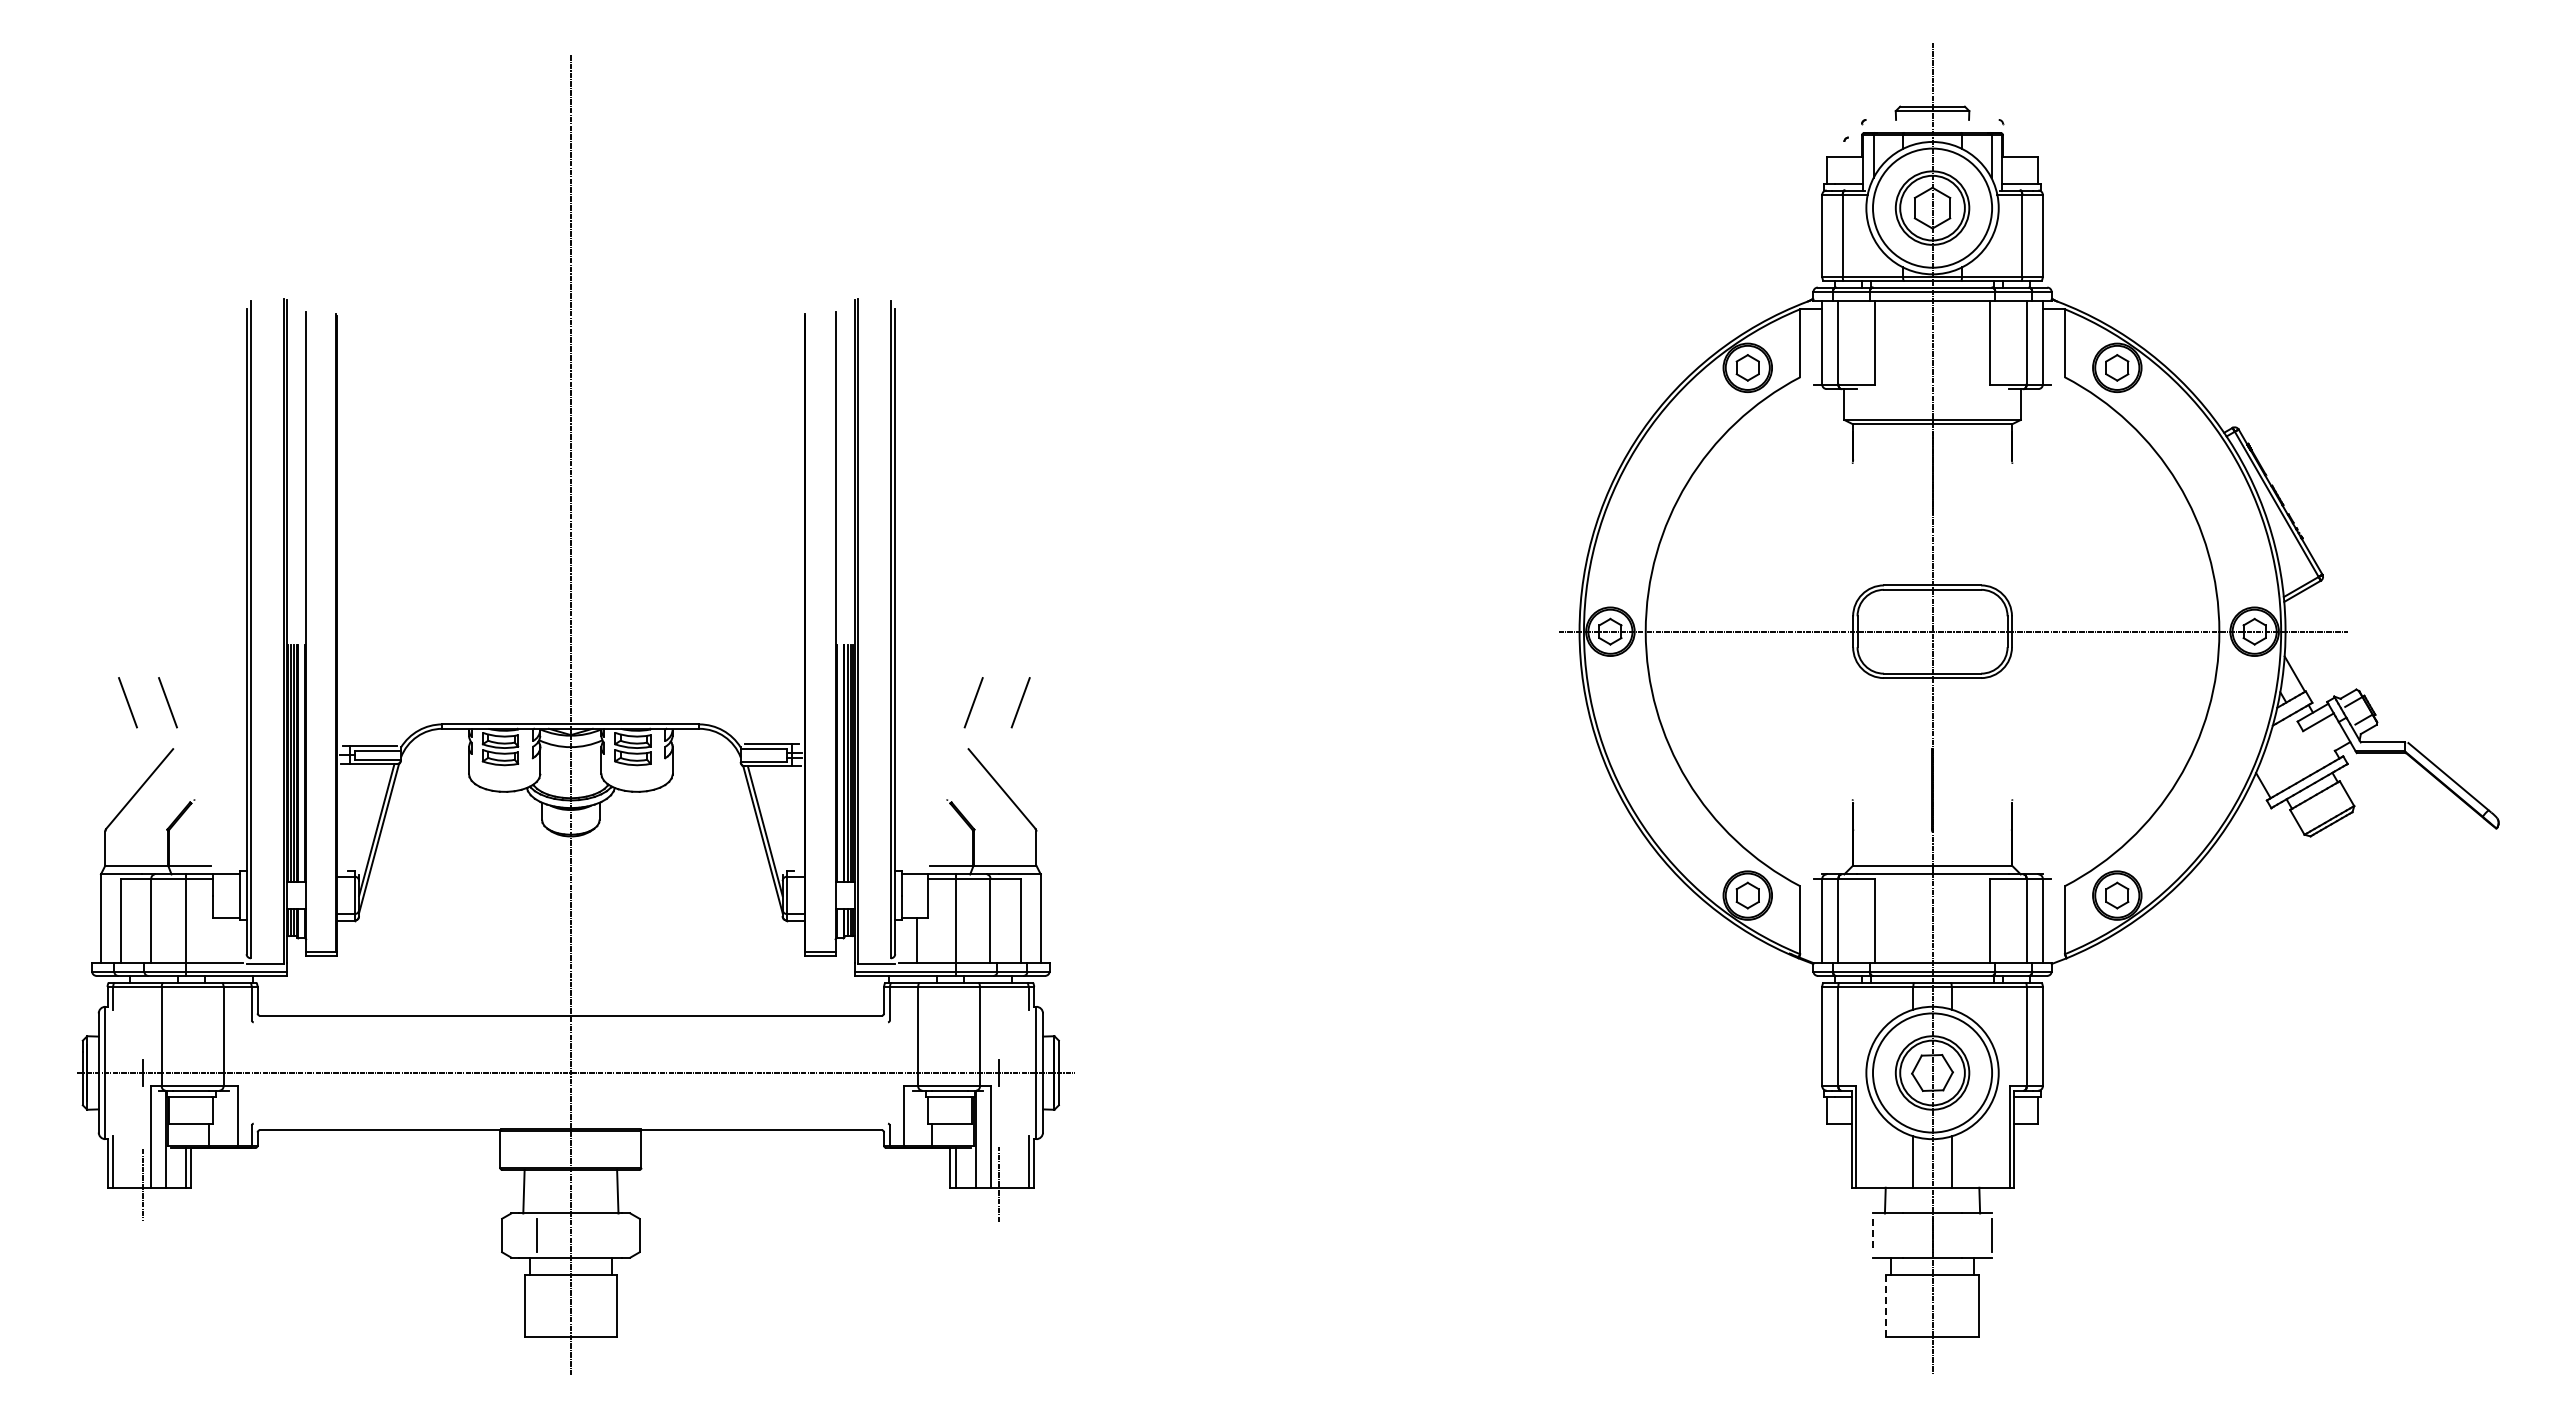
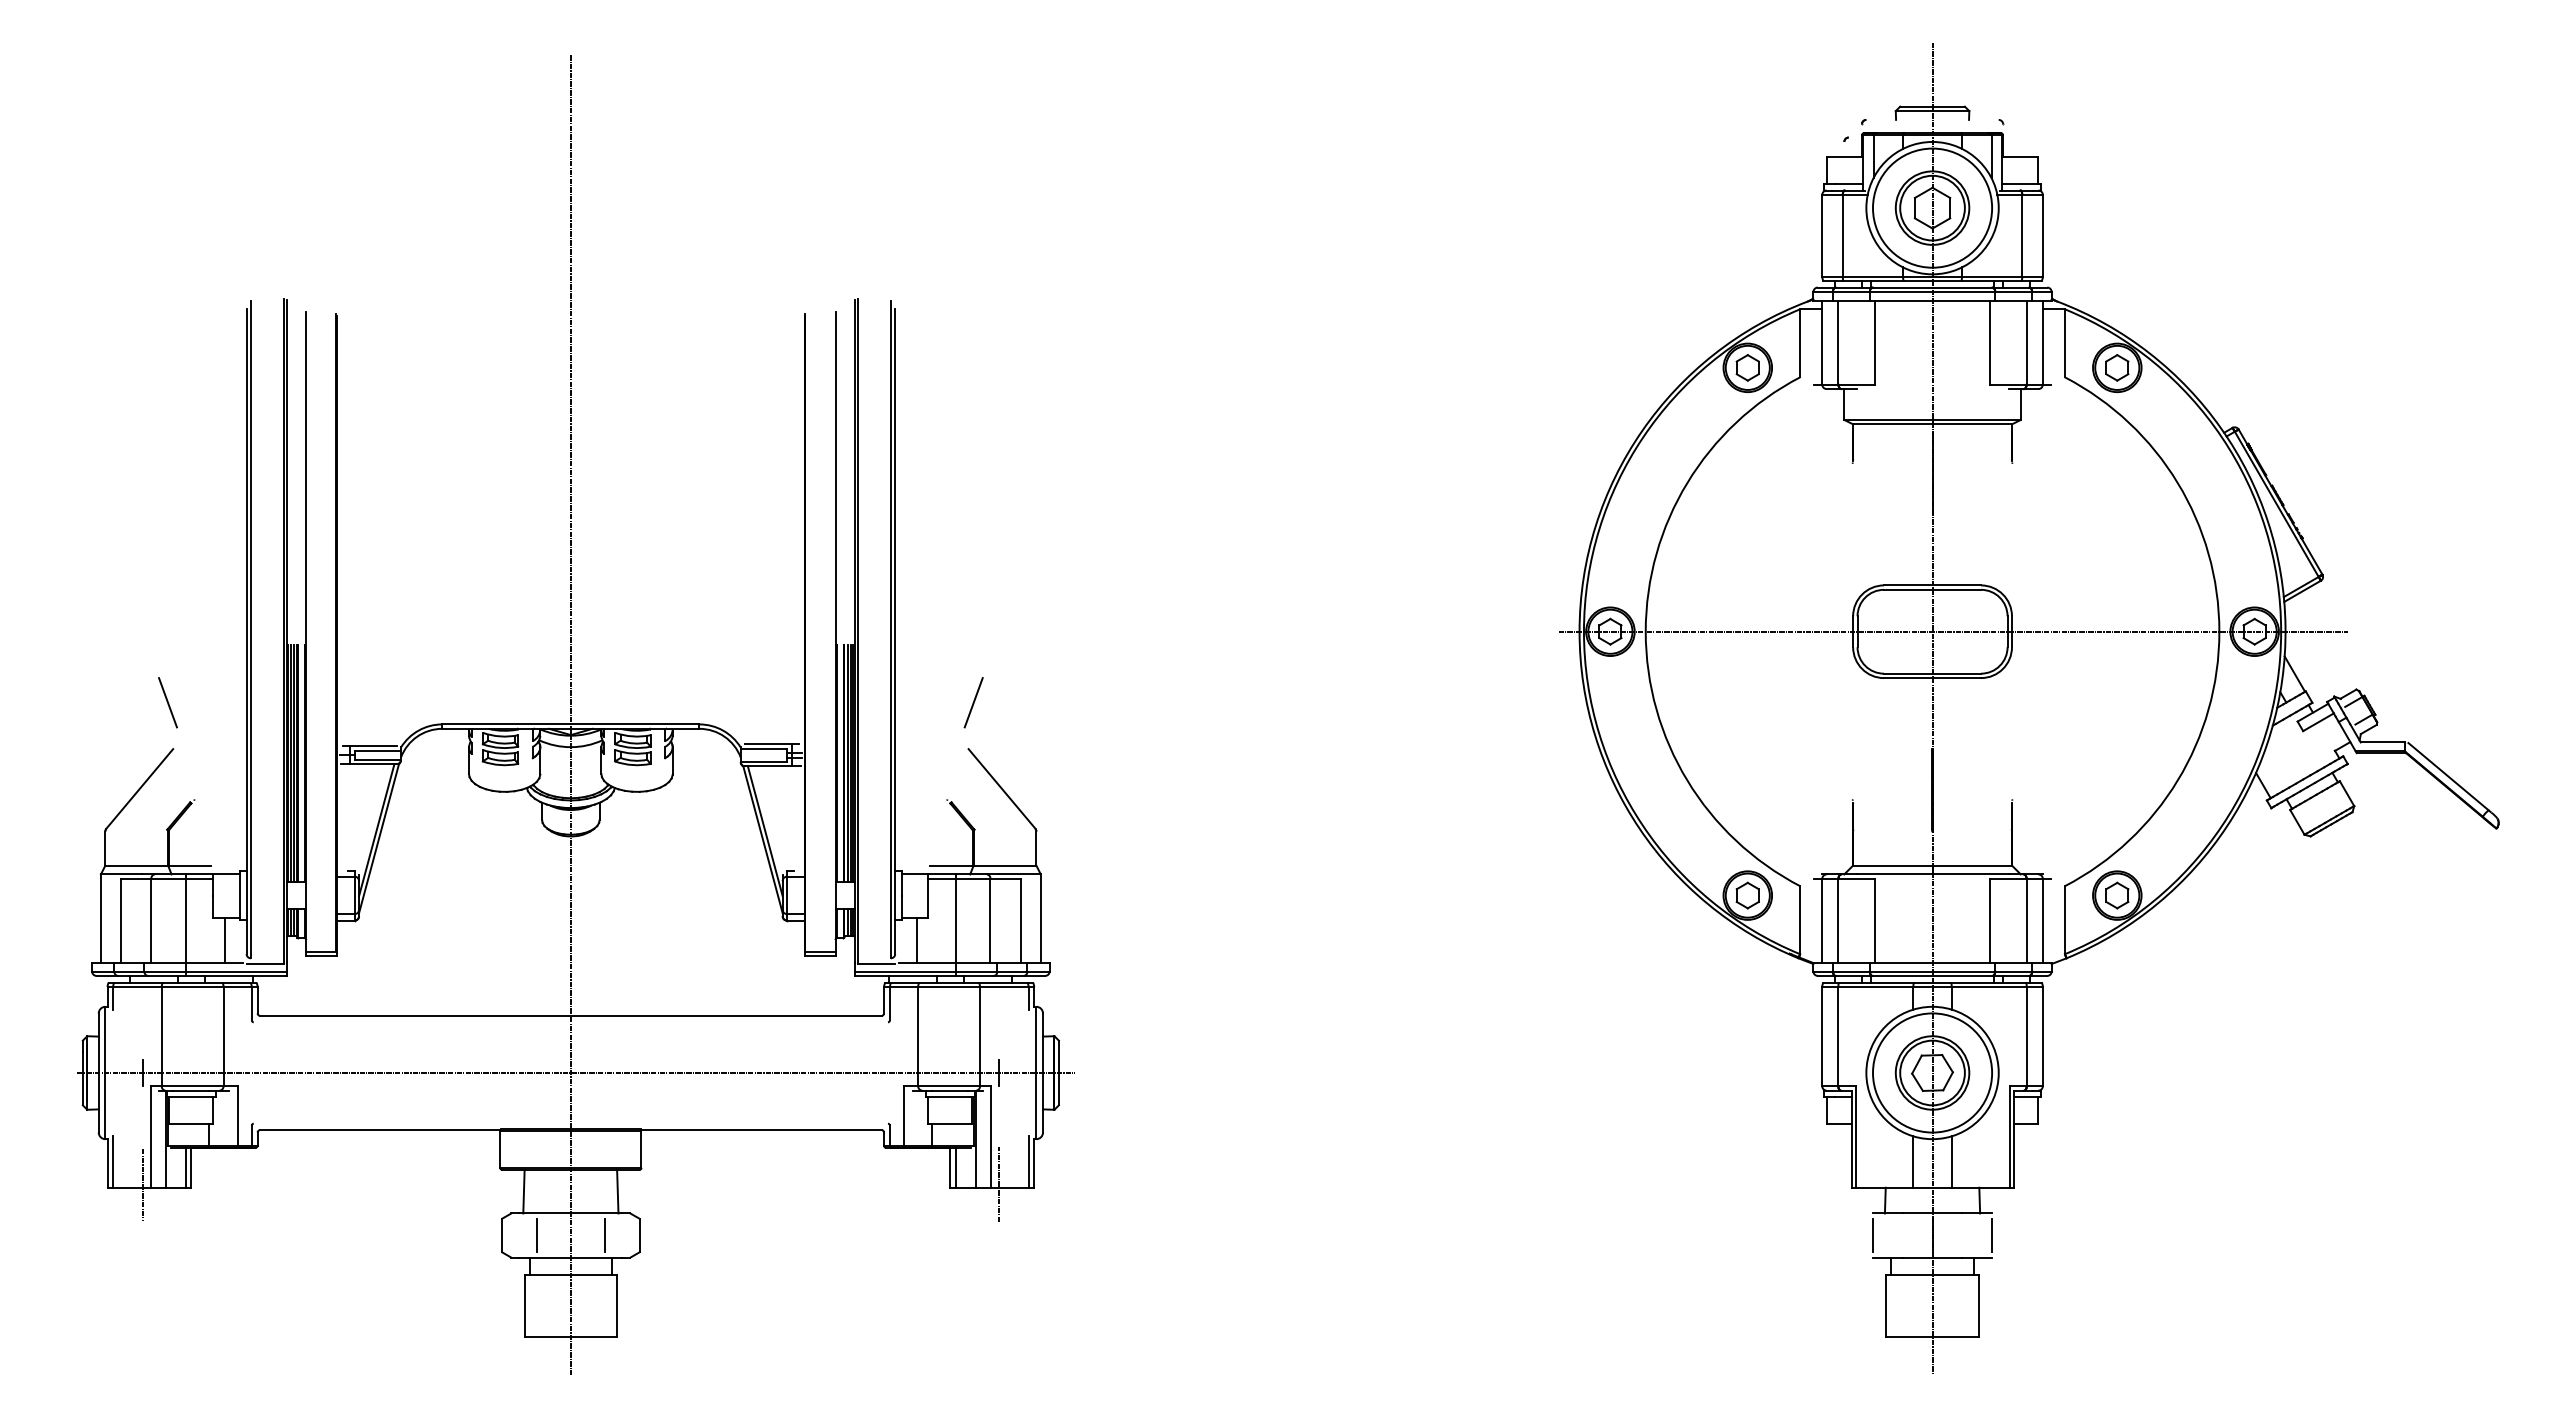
line at (127, 702): present -> none
line at (1020, 702): present -> none
line at (224, 939): none -> present
line at (605, 1235): none -> present
line at (1872, 1235): dashed -> solid
line at (1886, 1306): dashed -> solid
